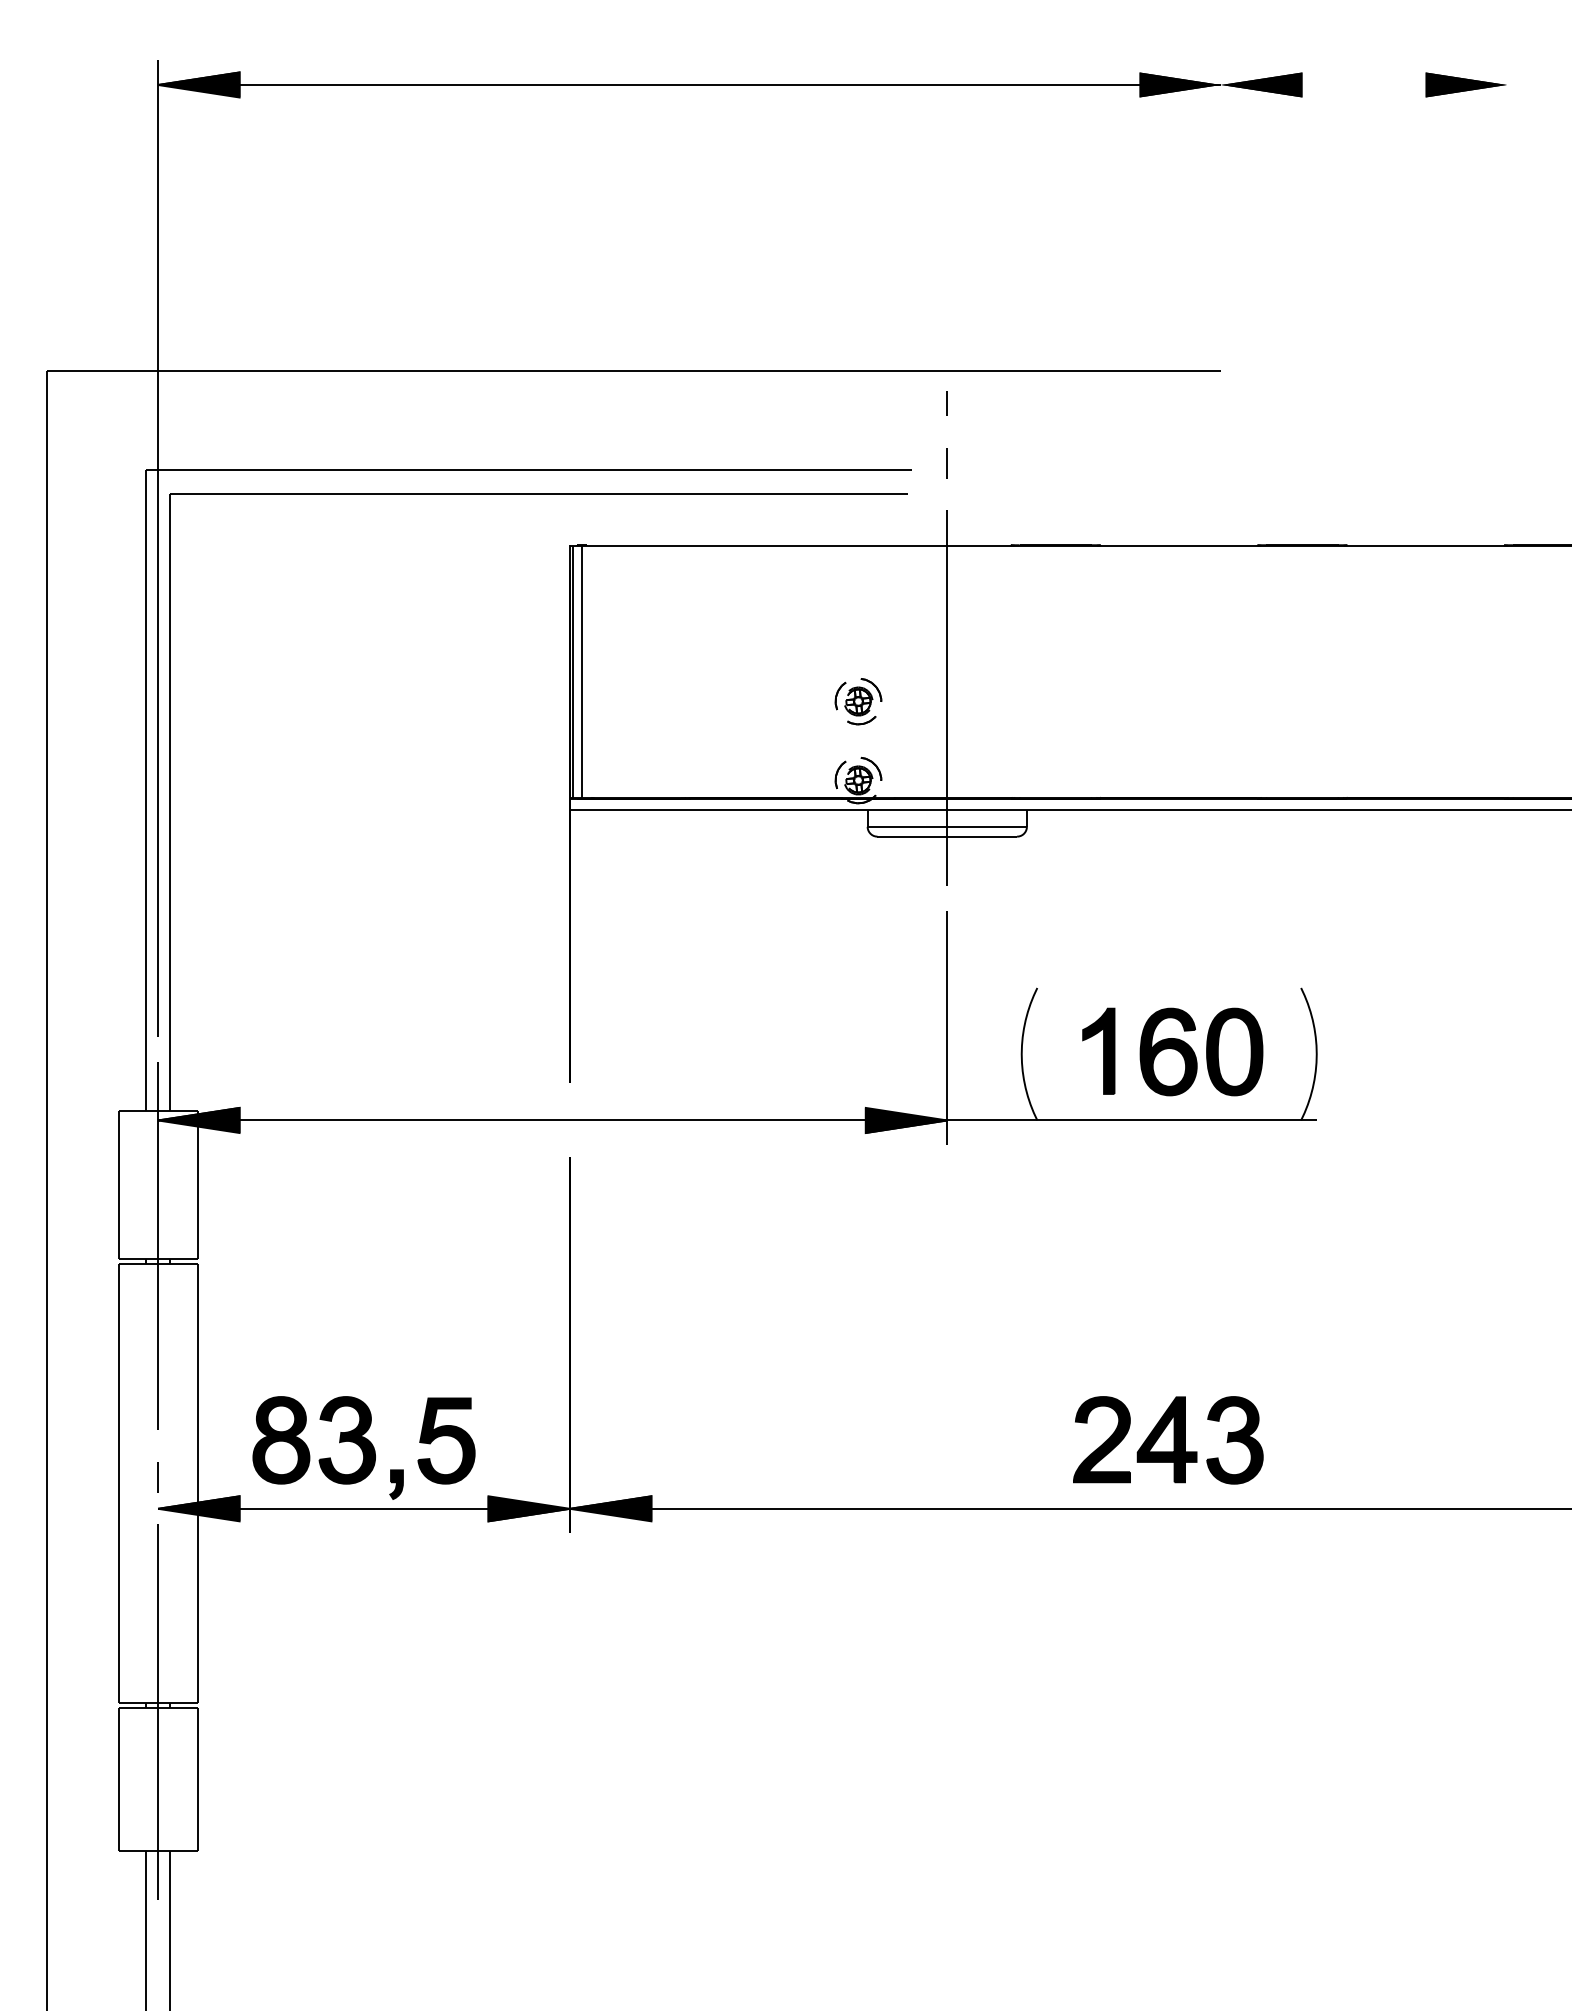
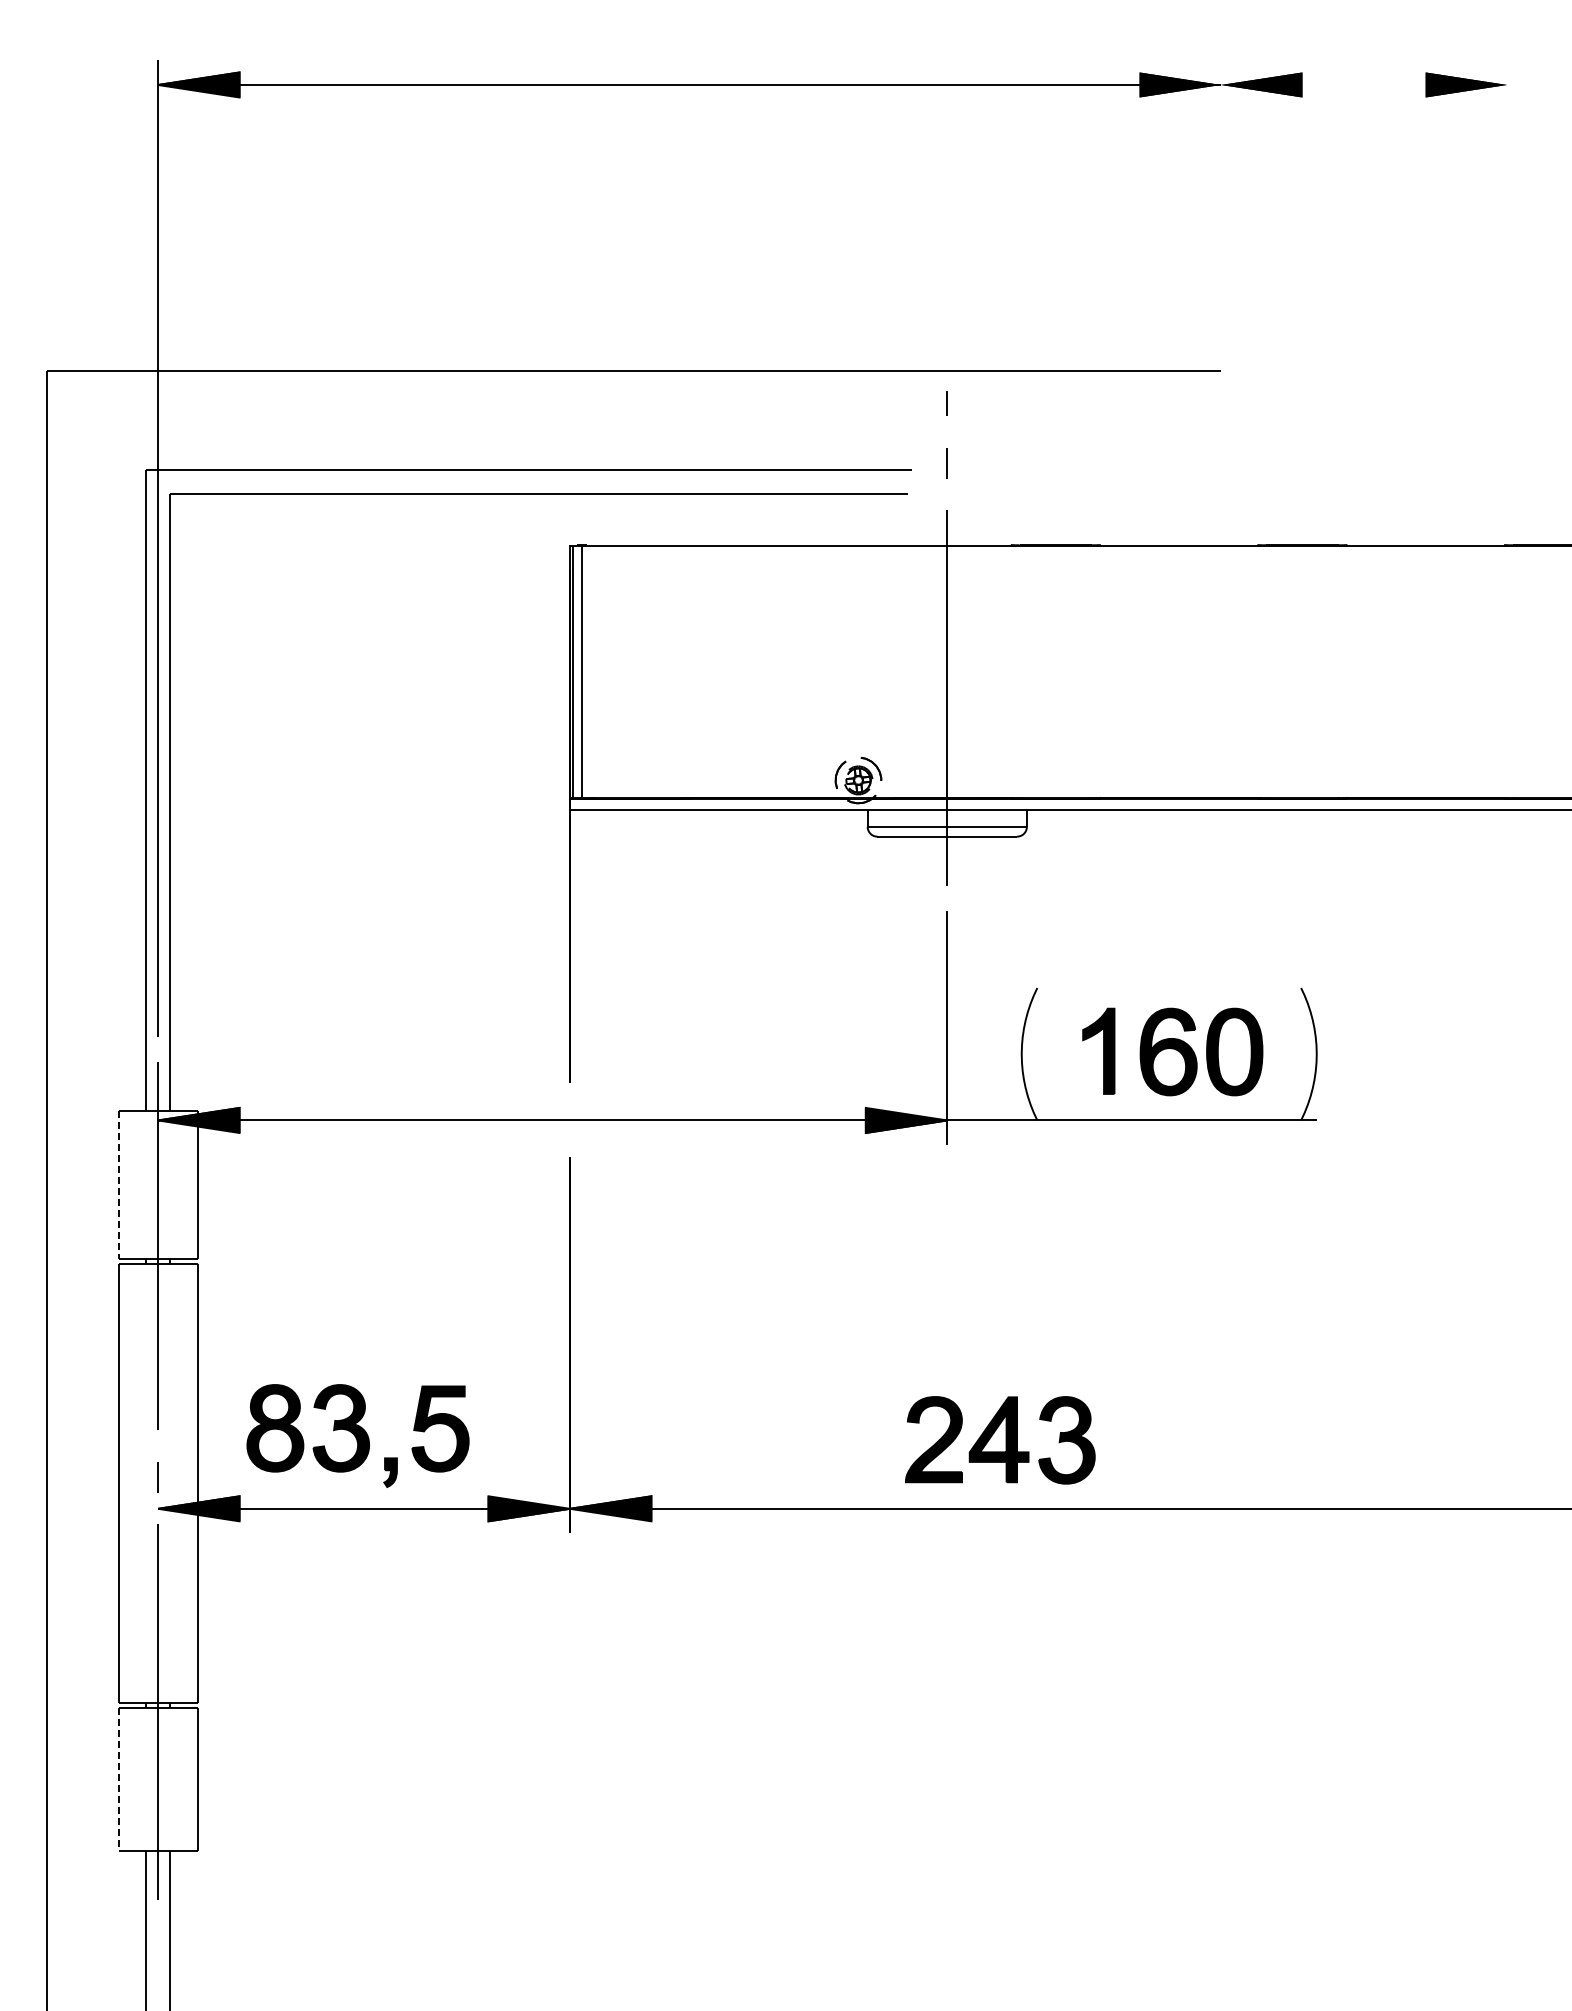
part at (858, 701): present -> none
line at (118, 1184): solid -> dashed
part at (1168, 1440) position: (1168, 1440) -> (1000, 1440)
part at (363, 1447) position: (363, 1447) -> (357, 1435)
line at (118, 1779): solid -> dashed
